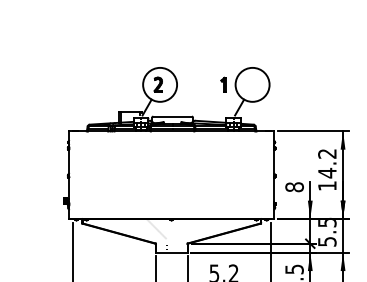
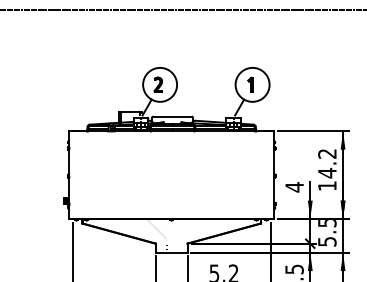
line at (182, 10): none -> present
part at (223, 84) position: (223, 84) -> (250, 84)
text at (294, 187): 8 -> 4
